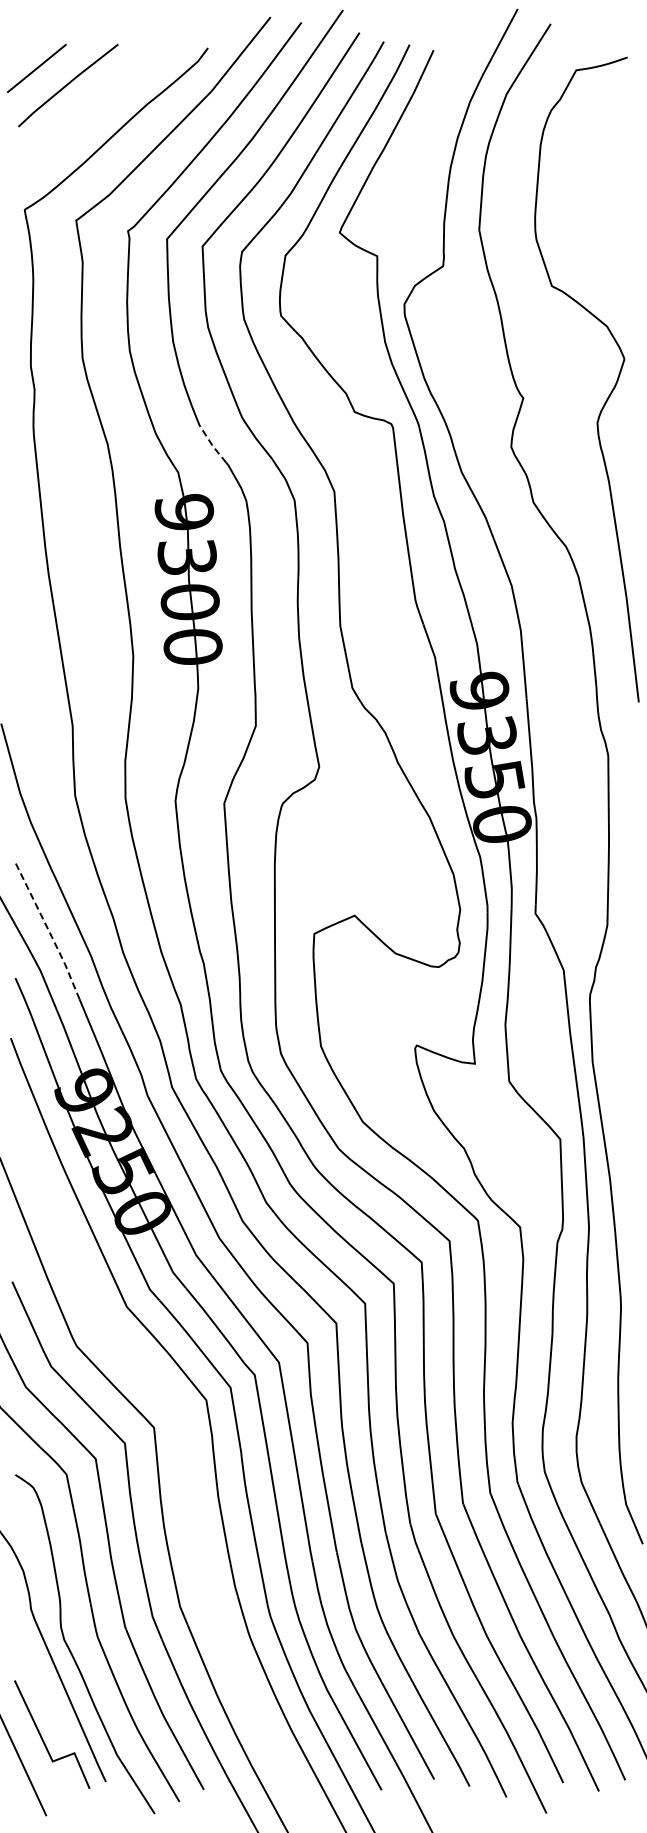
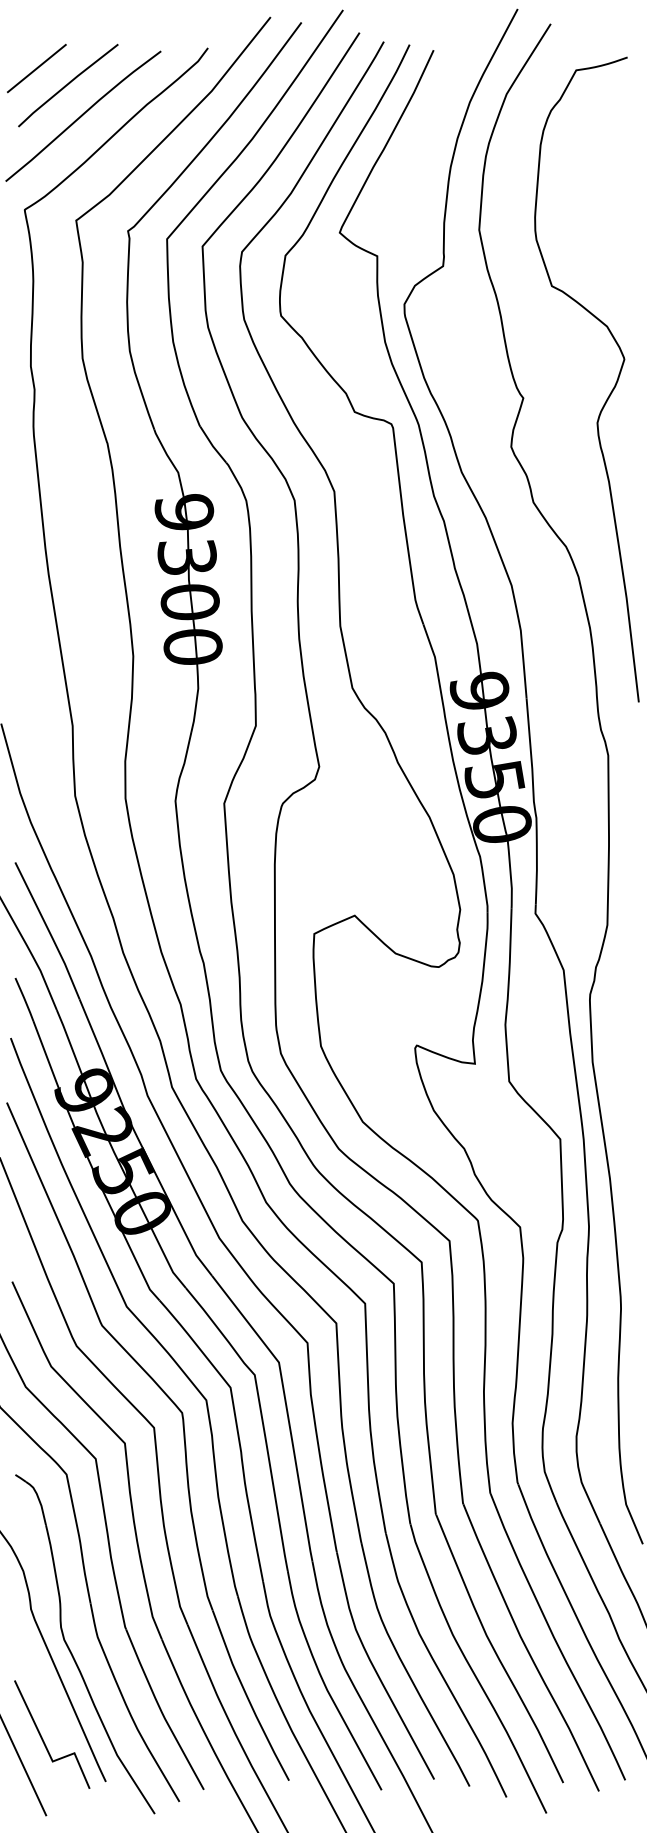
curve at (83, 115): none -> present
line at (212, 445): dashed -> solid
line at (48, 930): dashed -> solid
part at (183, 1440): none -> present
